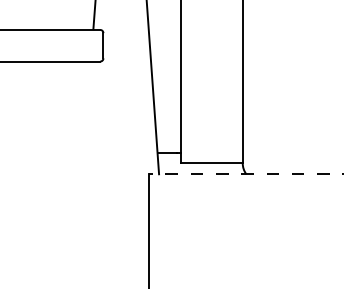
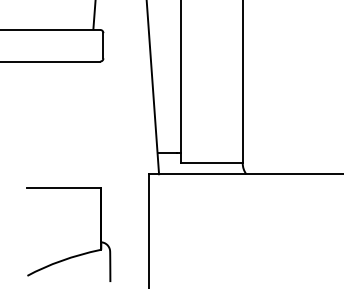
line at (245, 174): dashed -> solid
part at (74, 255): none -> present
